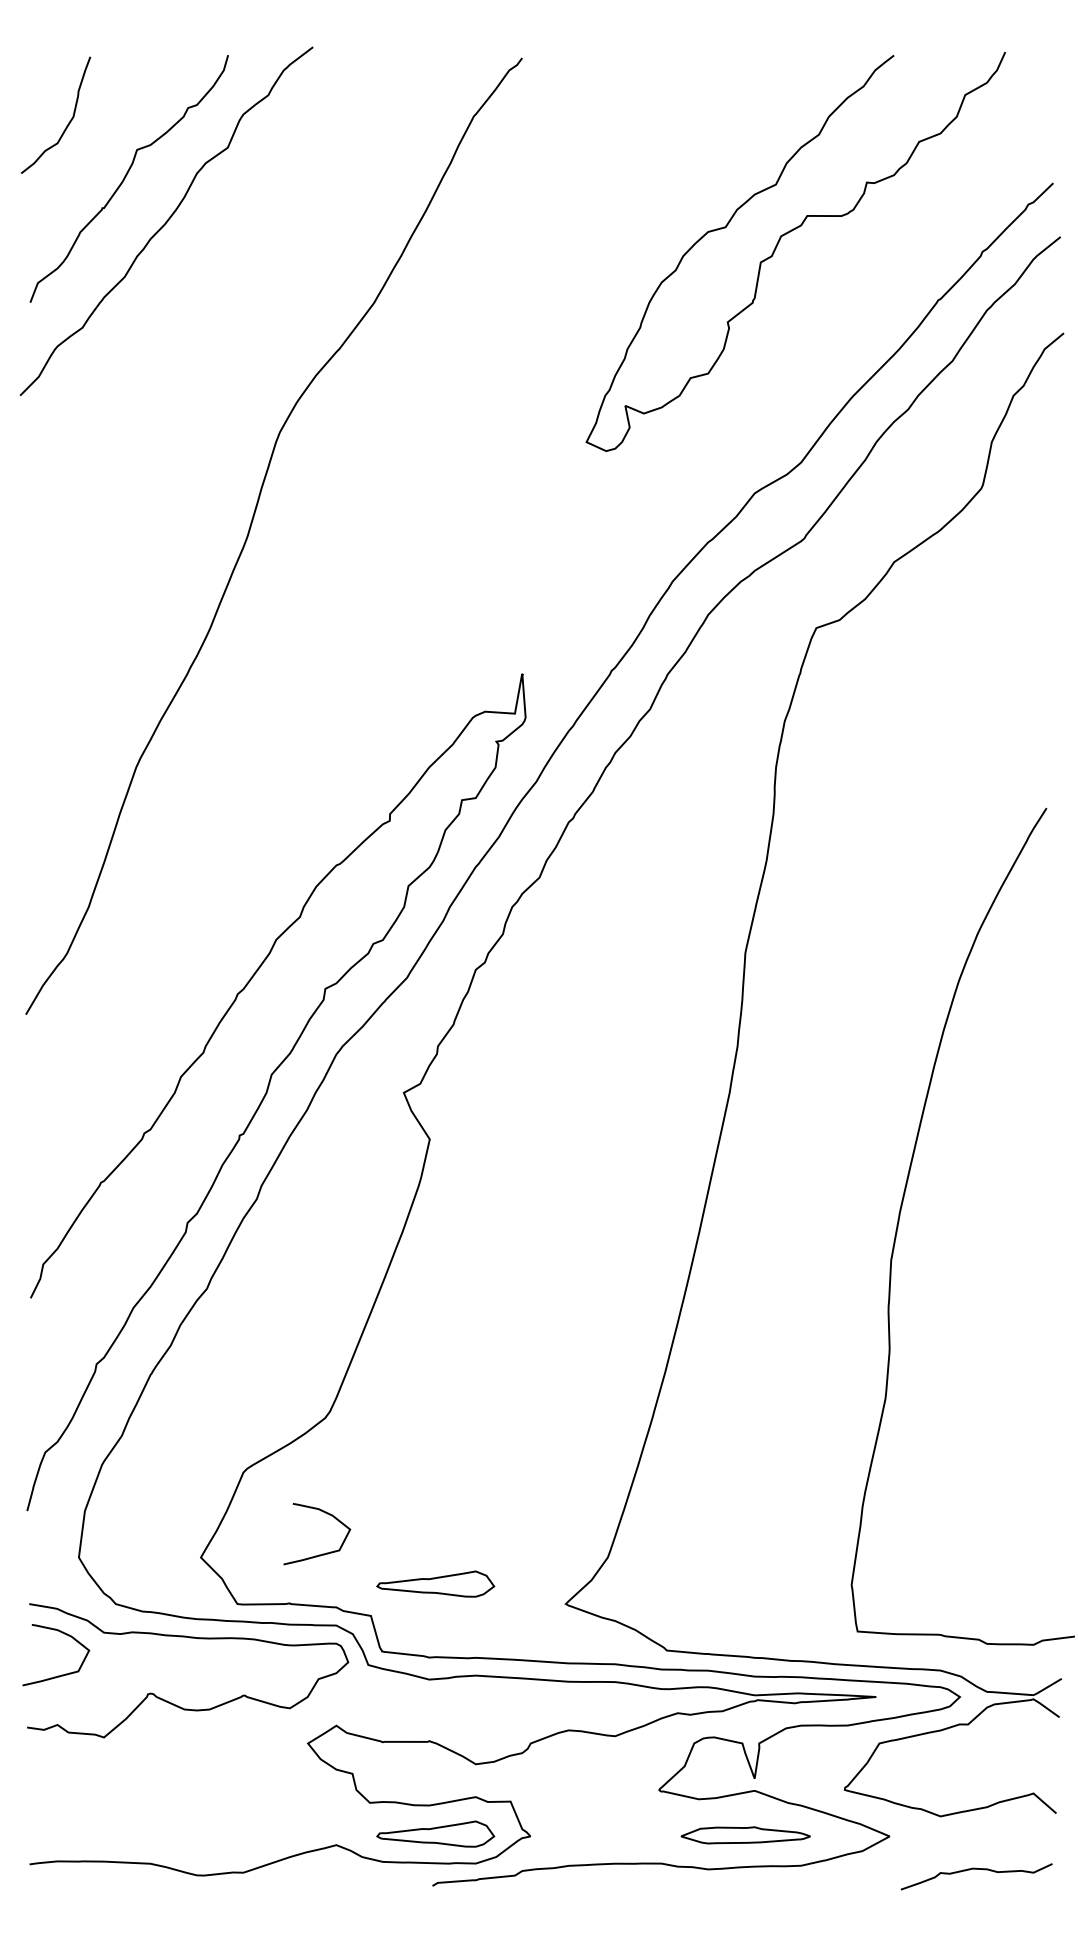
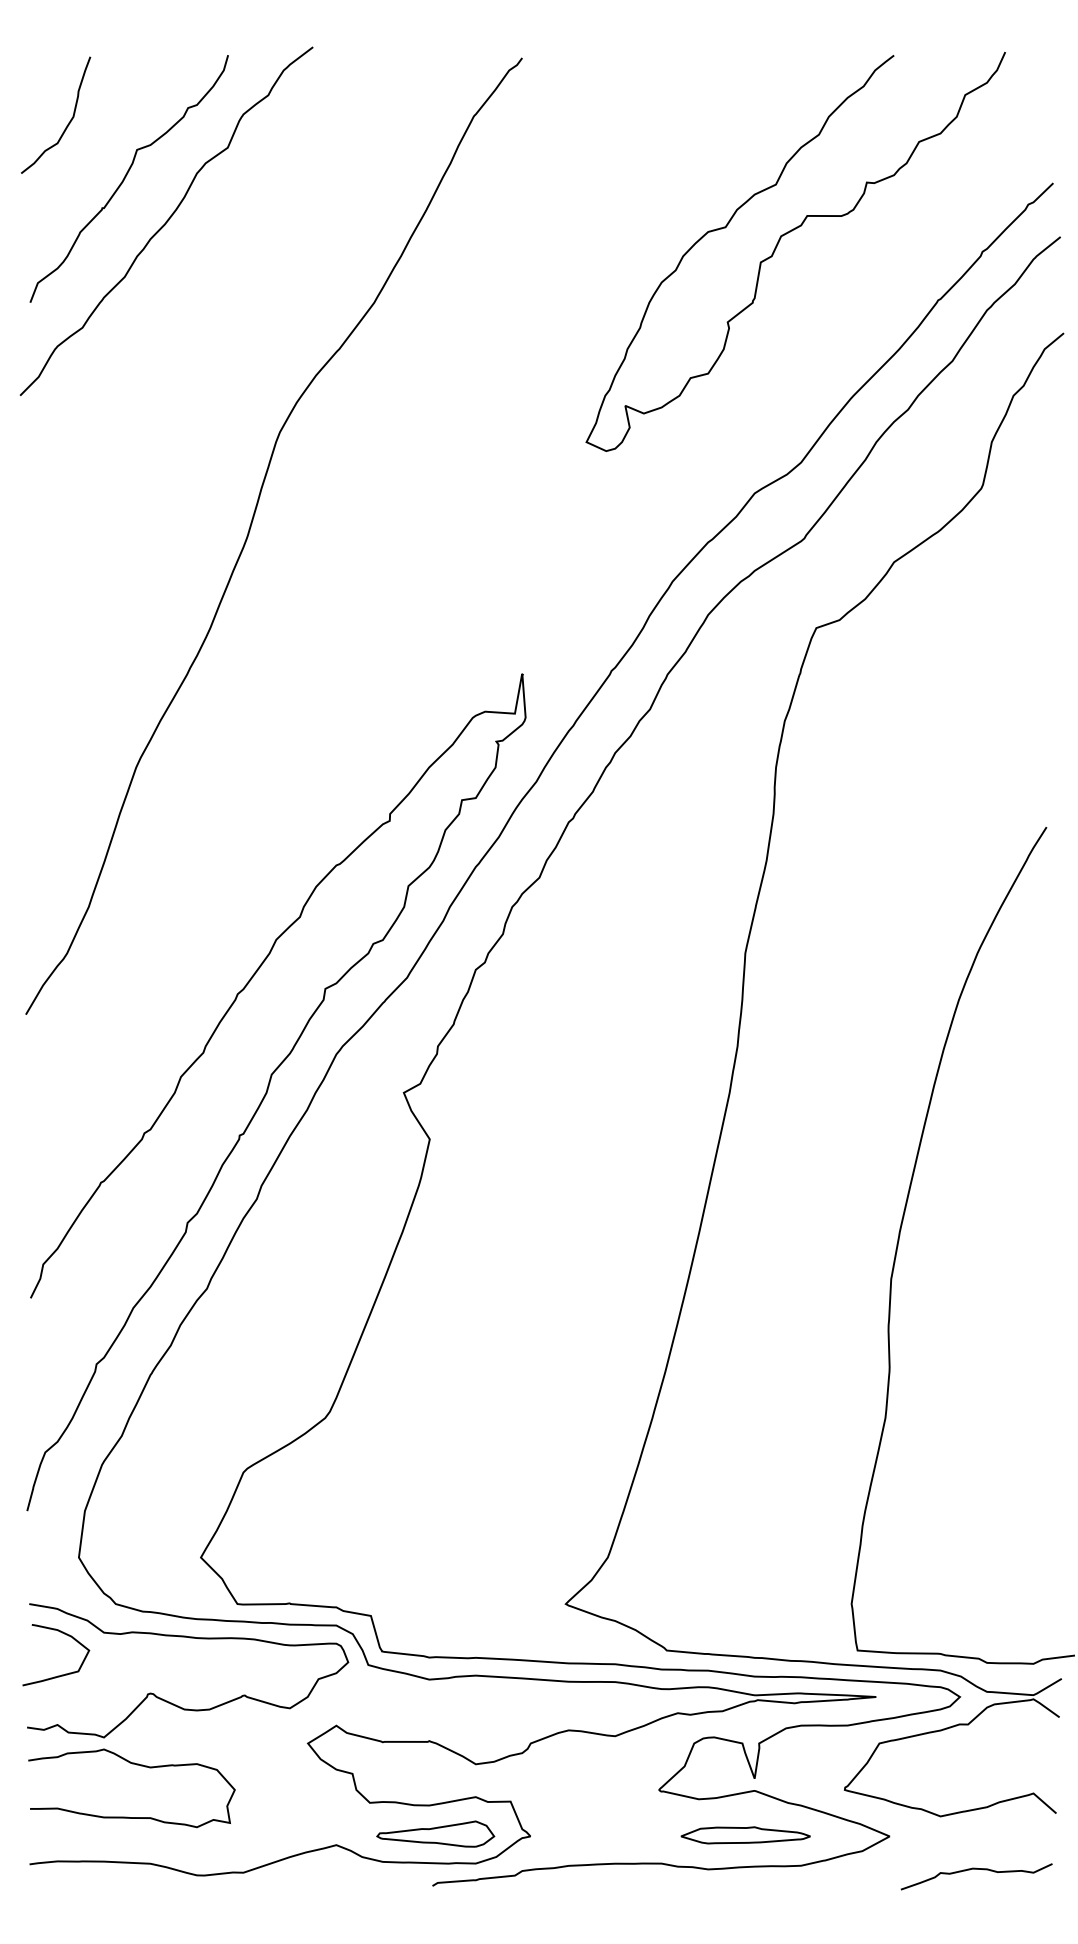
curve at (900, 1216) position: (900, 1216) -> (900, 1235)
curve at (322, 1553): present -> none
part at (435, 1583): present -> none
curve at (136, 1765): none -> present
